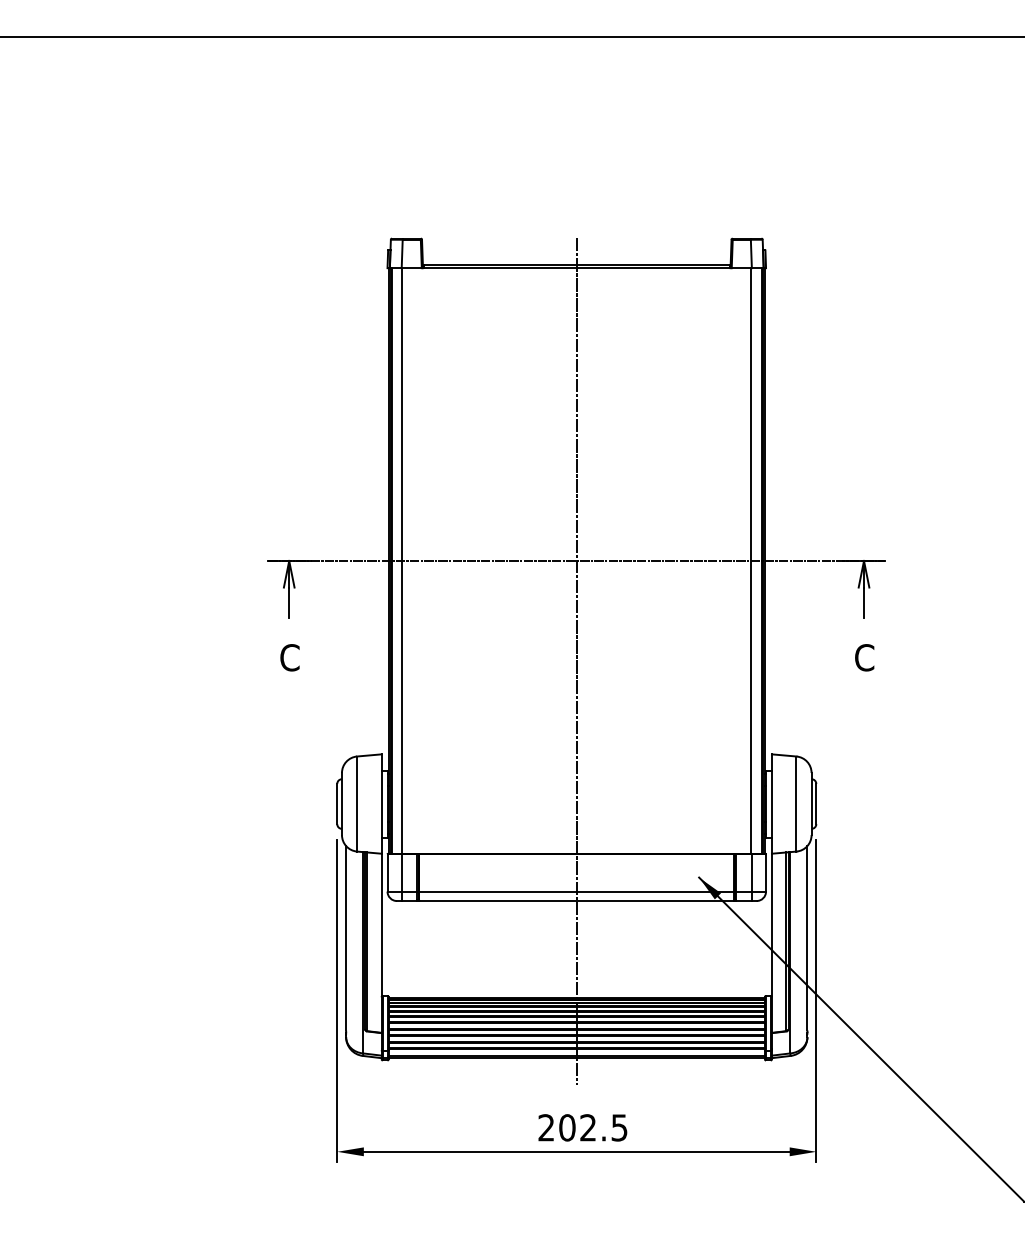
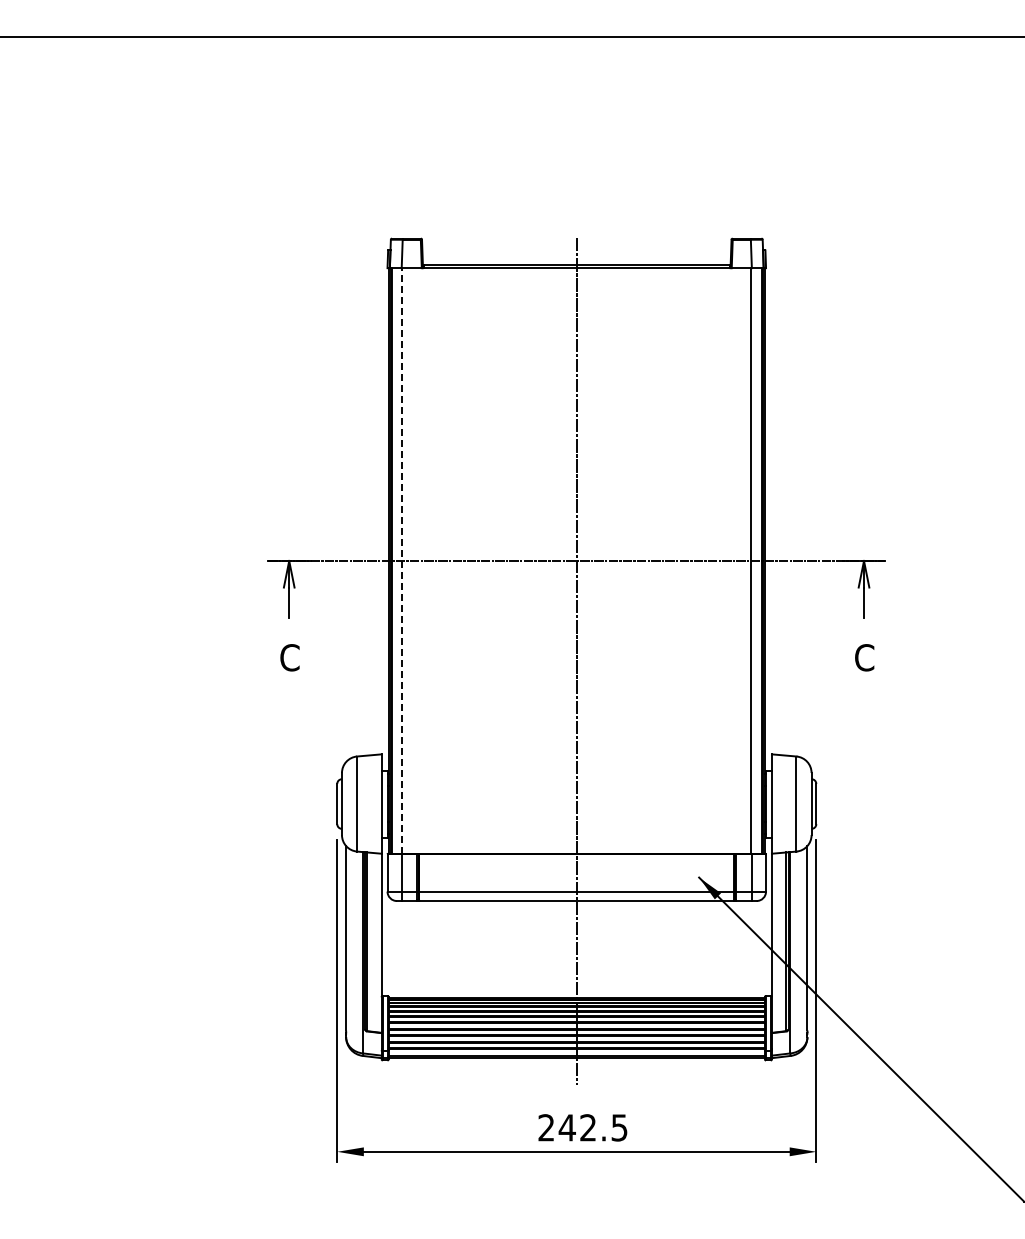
line at (402, 560): solid -> dashed
text at (566, 1127): 202.5 -> 242.5
